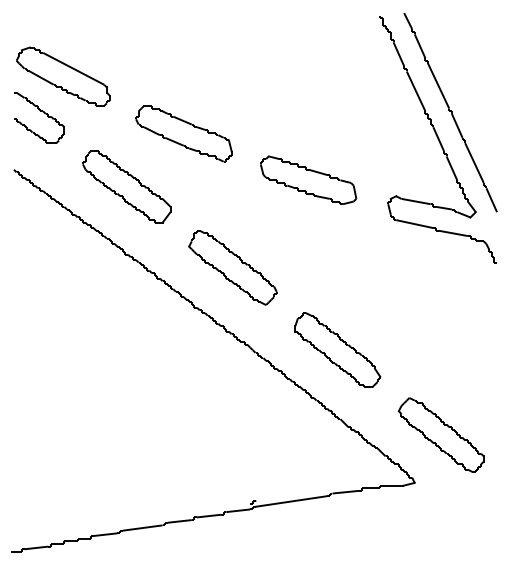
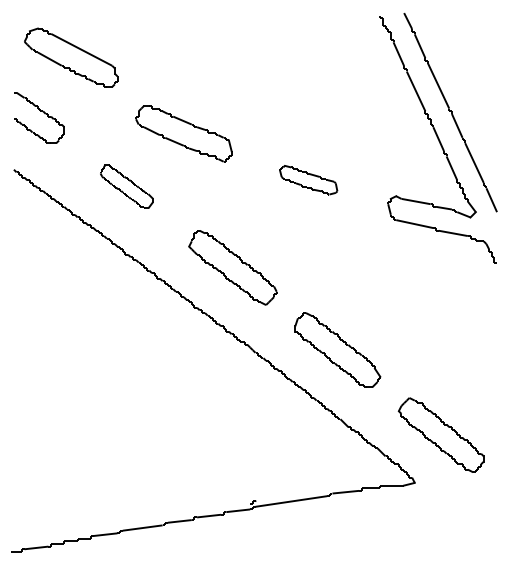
part at (63, 76) position: (63, 76) -> (71, 57)
part at (308, 179) size: 98x50 px -> 60x31 px
part at (126, 186) size: 90x74 px -> 54x45 px
